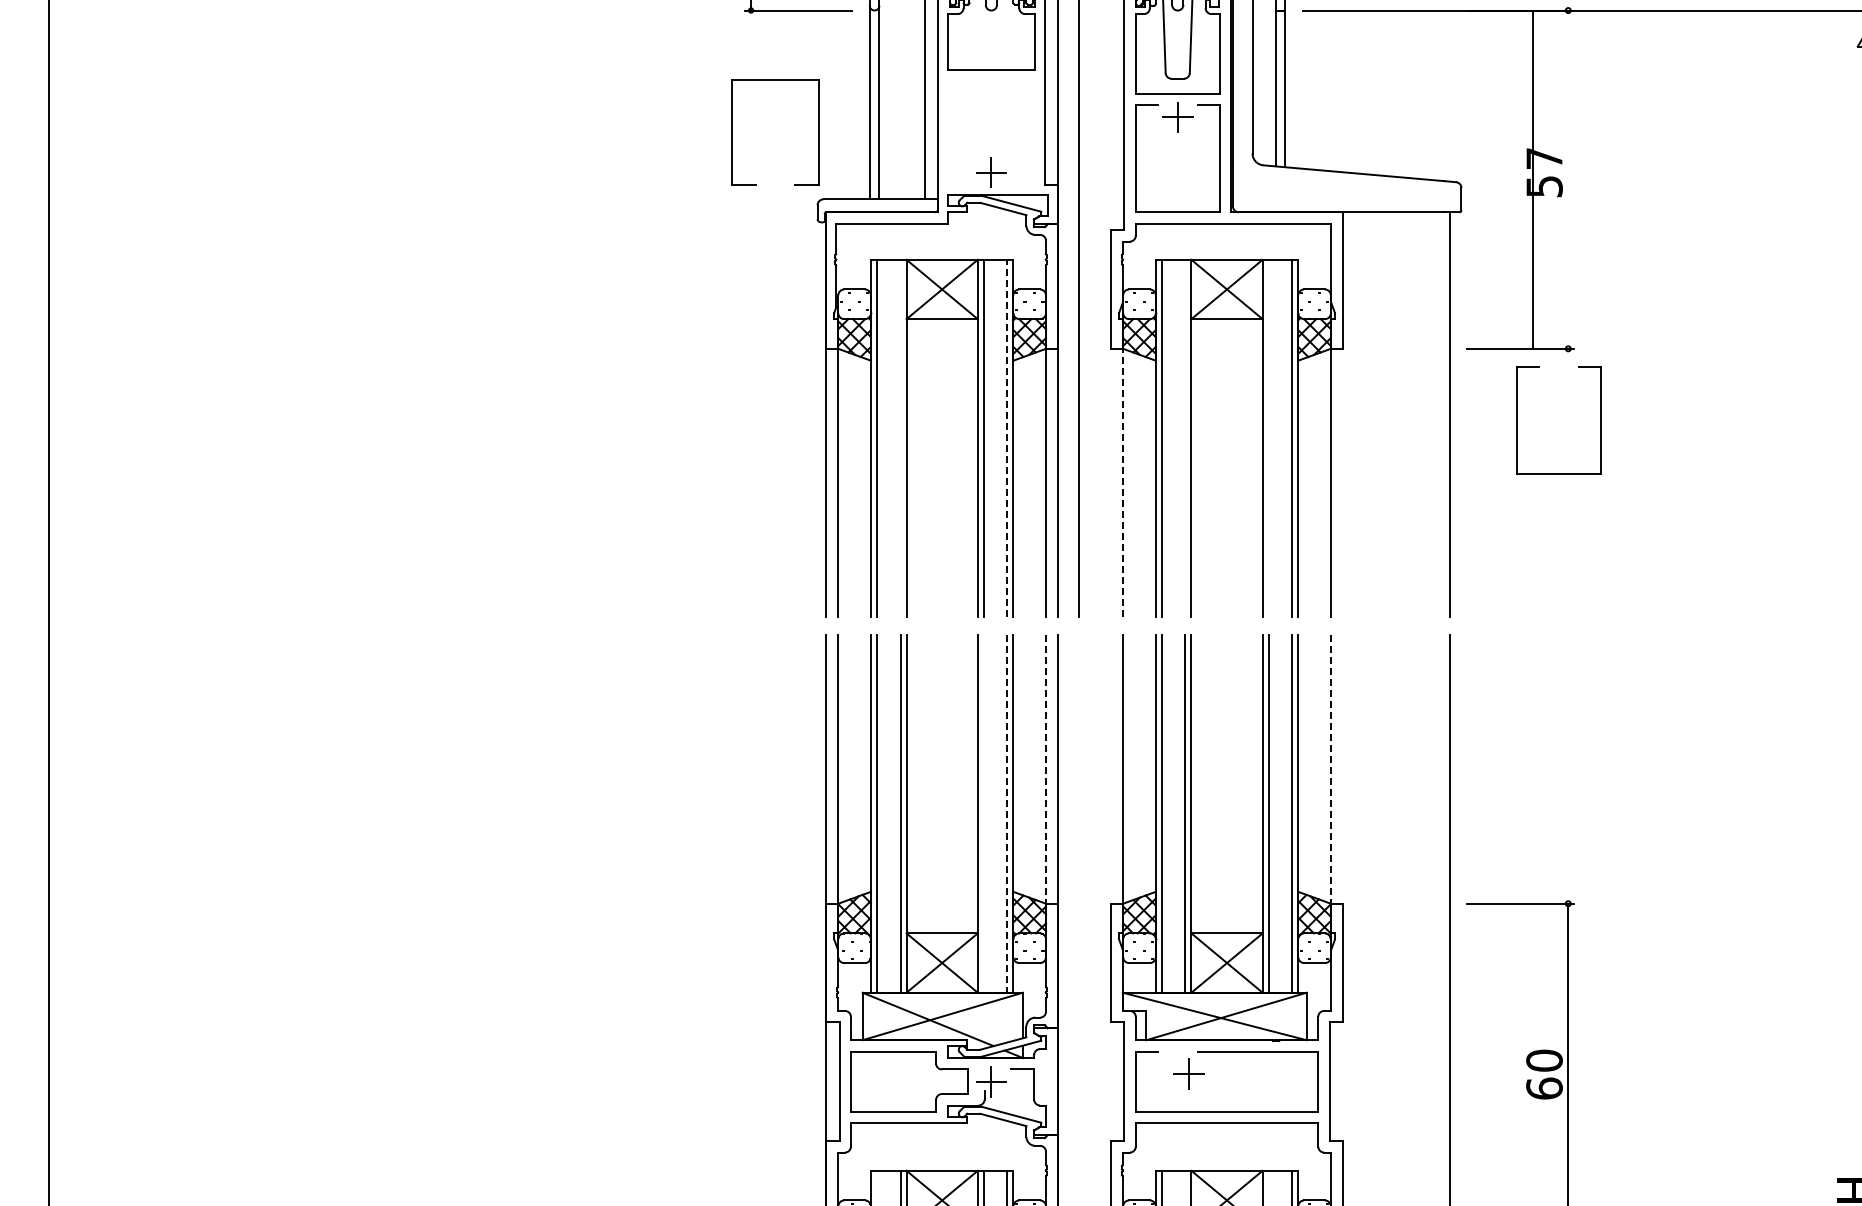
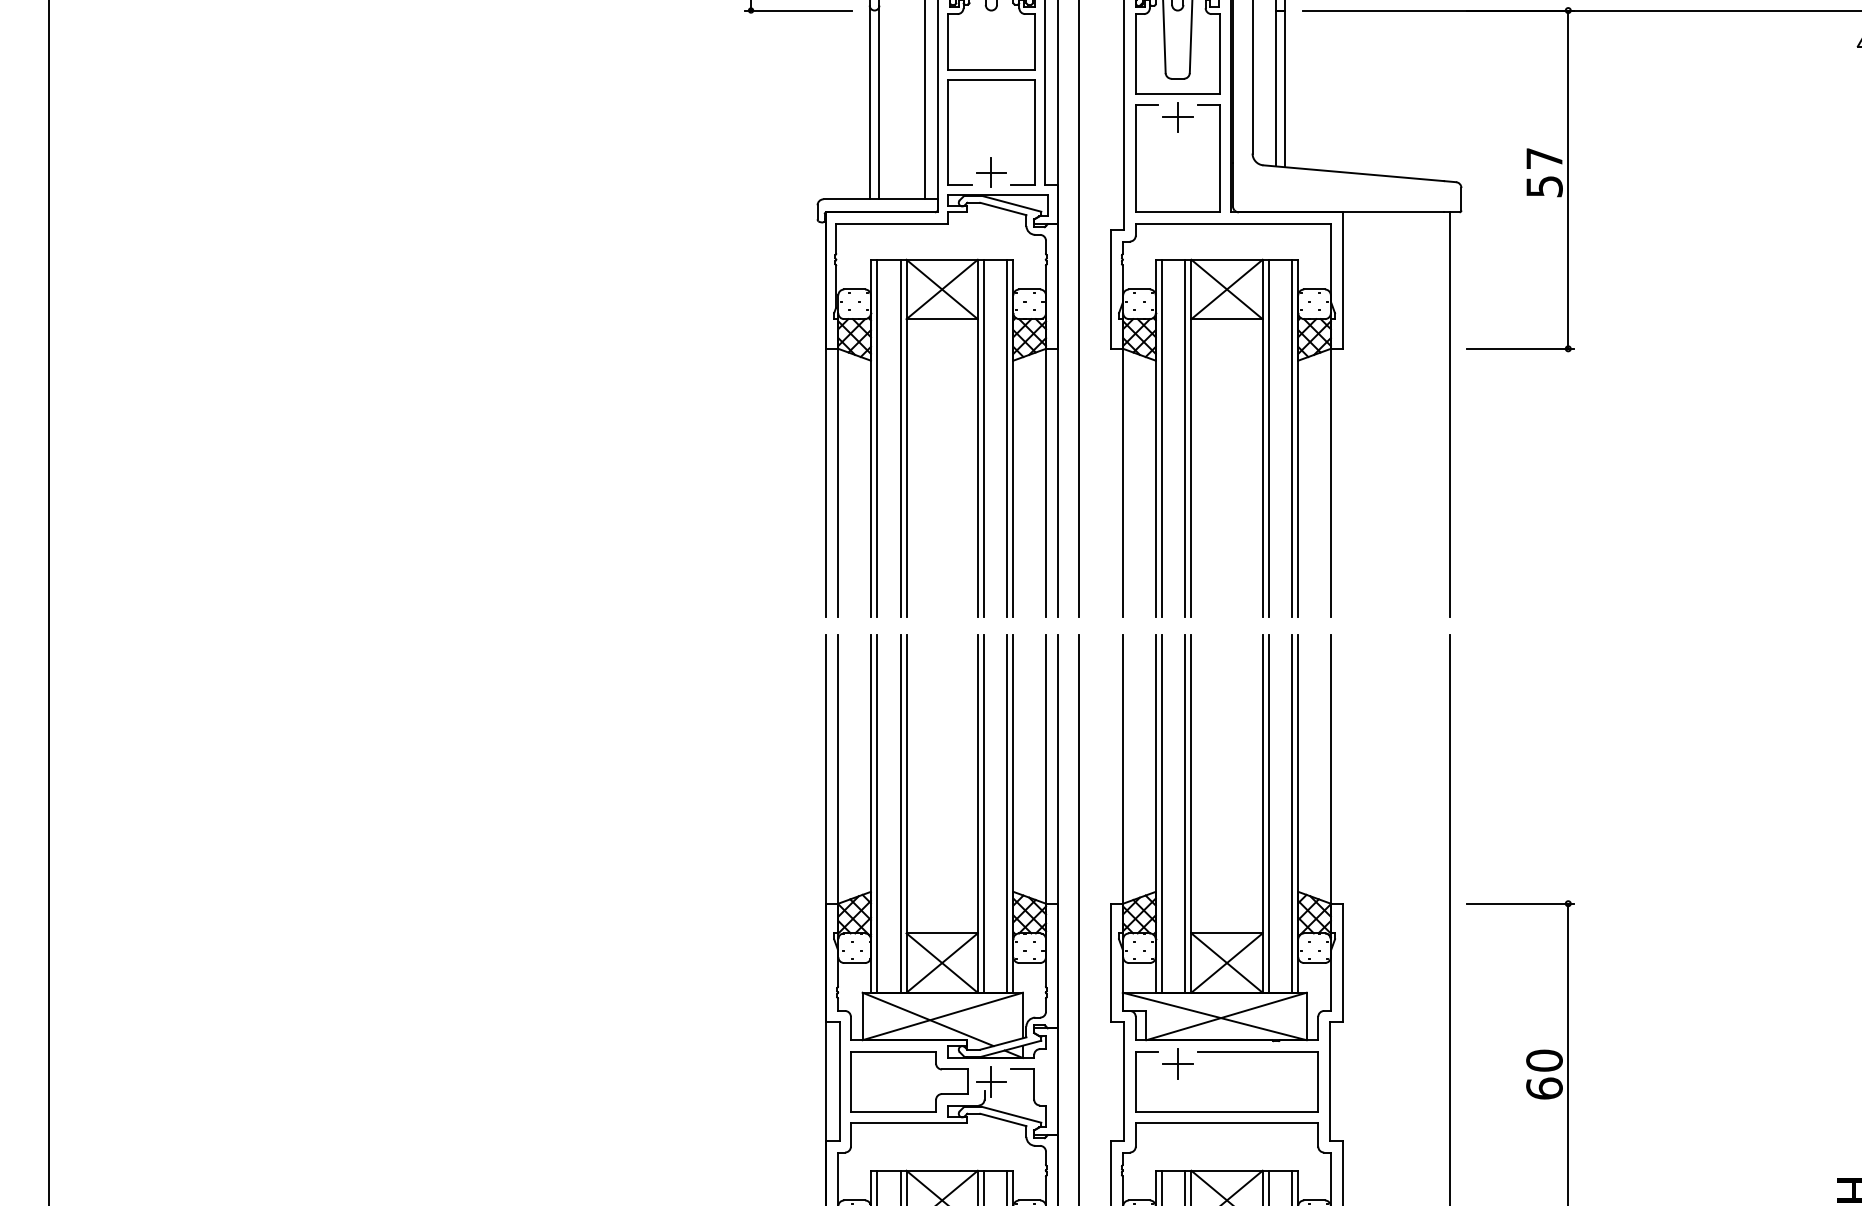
part at (732, 132) position: (732, 132) -> (948, 132)
line at (1533, 179) position: (1533, 179) -> (1568, 179)
part at (1517, 420): present -> none
line at (900, 438): none -> present
line at (1007, 438): dashed -> solid
line at (1185, 438): none -> present
line at (1268, 438): none -> present
line at (1123, 481): dashed -> solid
line at (1046, 770): dashed -> solid
line at (1330, 770): dashed -> solid
line at (983, 813): none -> present
line at (1007, 813): dashed -> solid
line at (1078, 918): none -> present
part at (1188, 1073) position: (1188, 1073) -> (1177, 1063)
line at (876, 1186): none -> present
line at (1185, 1186): none -> present
line at (1268, 1186): none -> present
